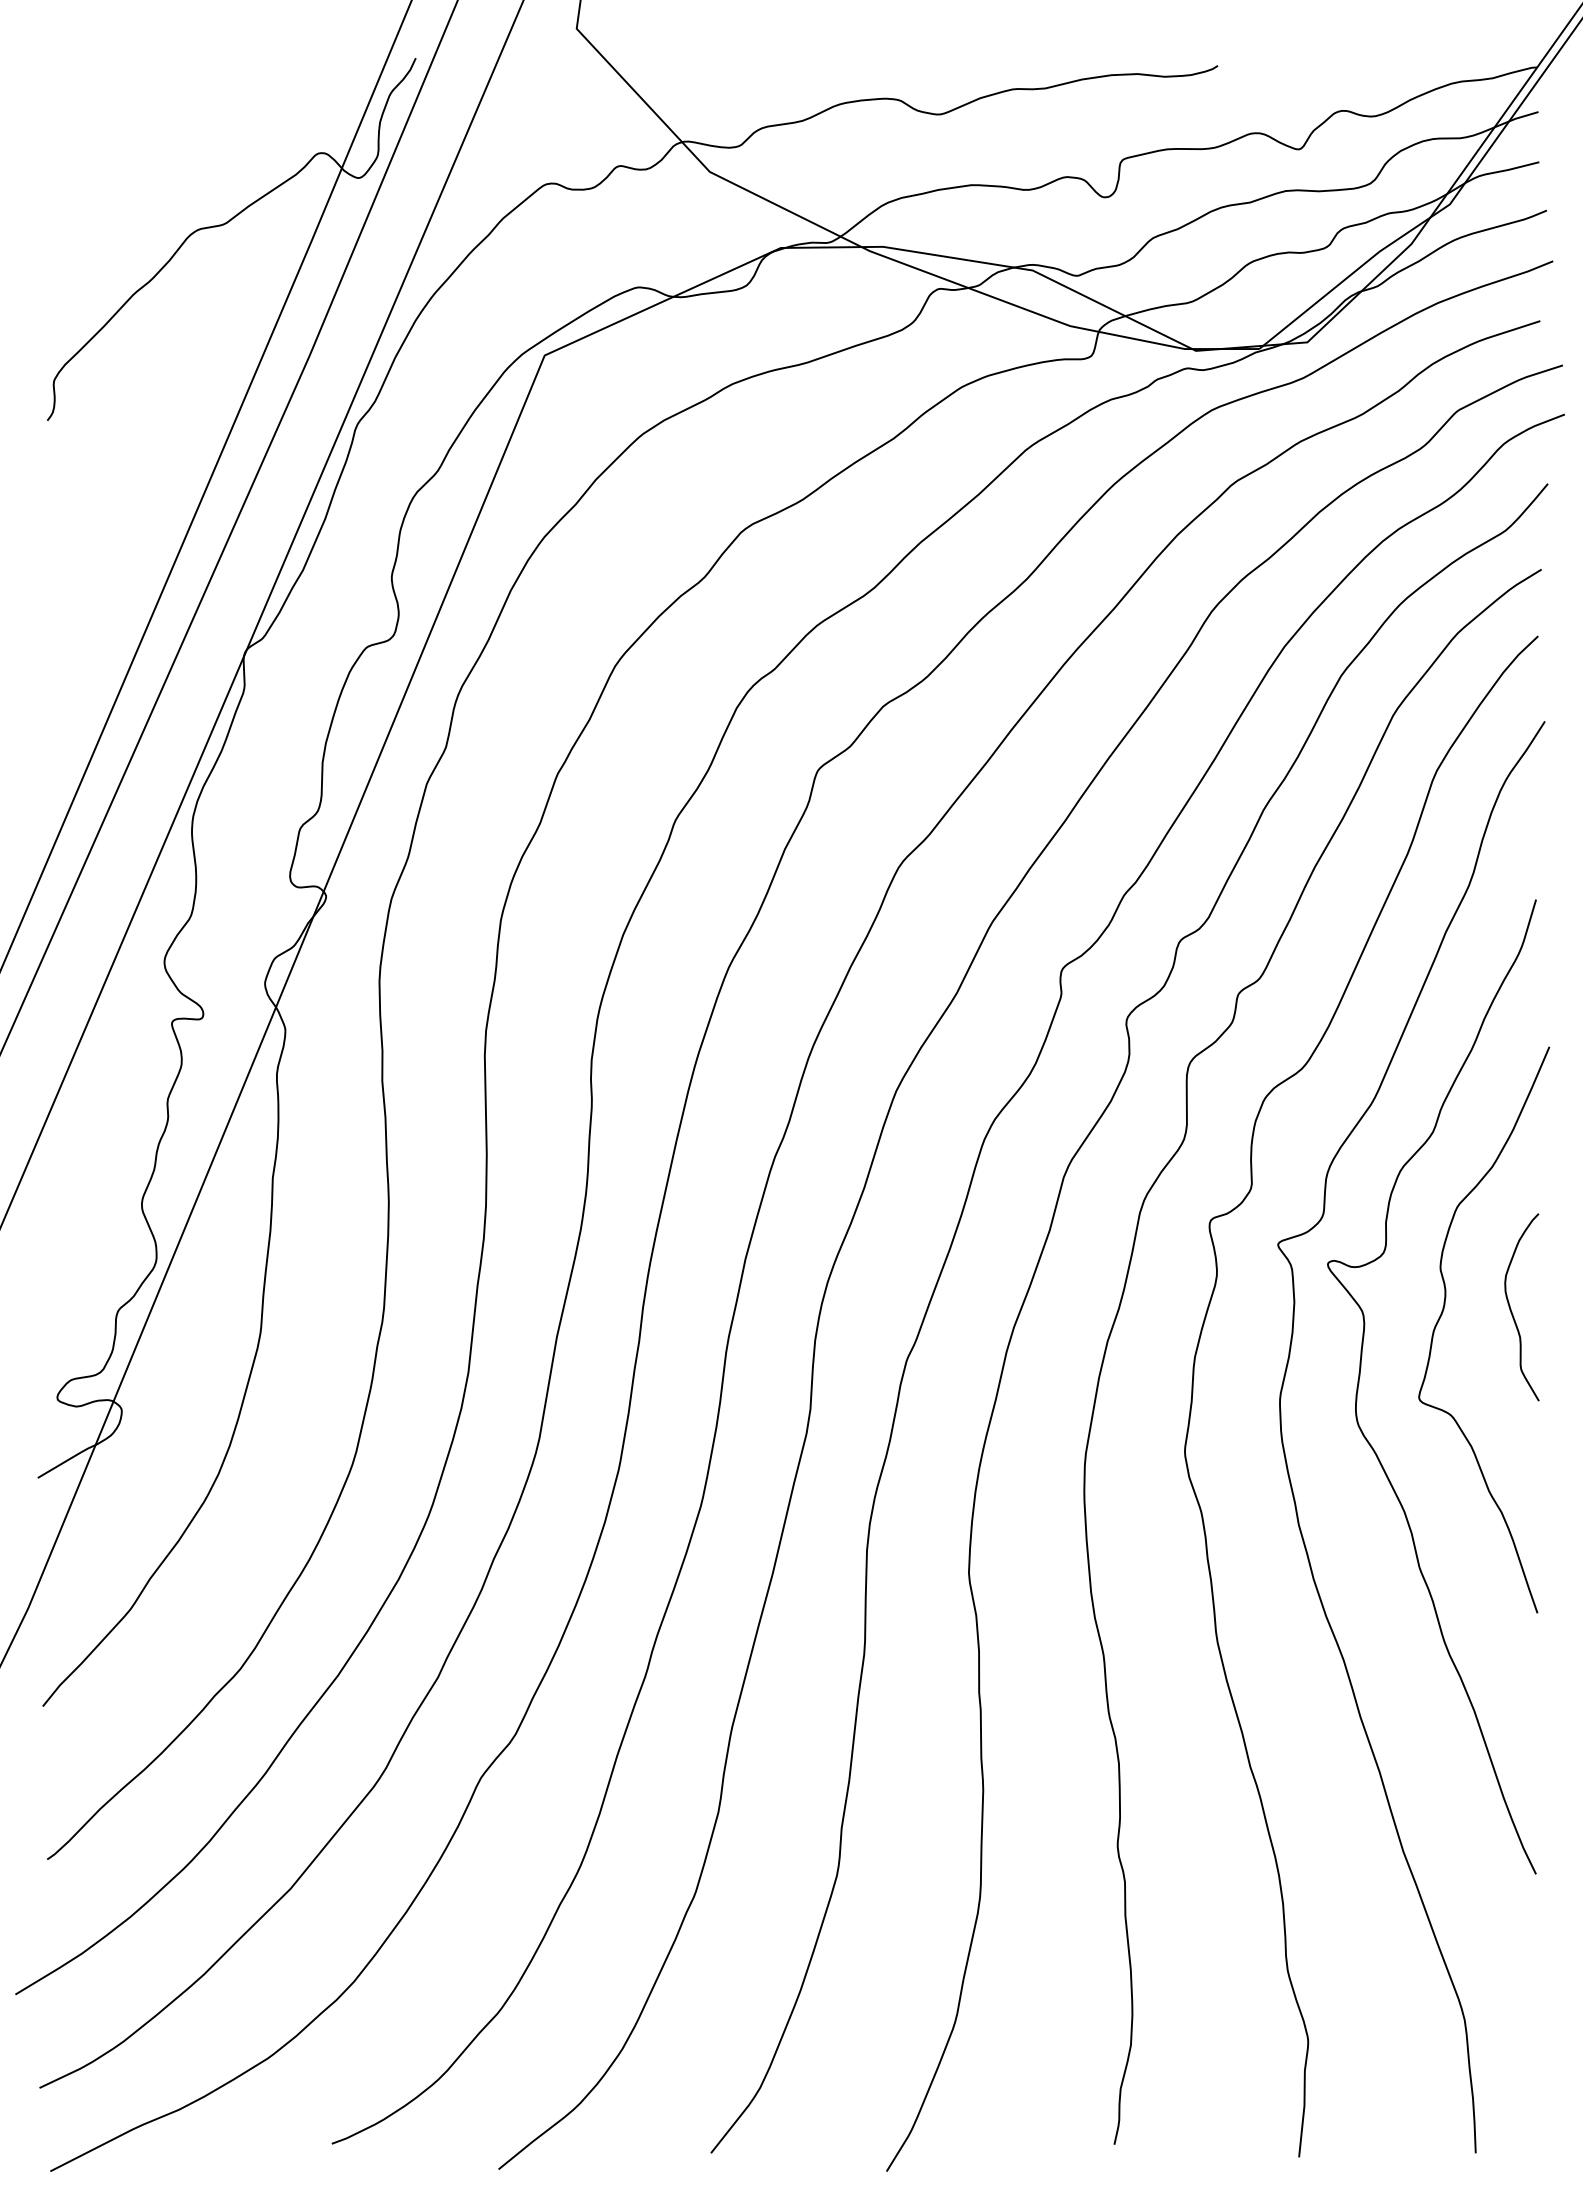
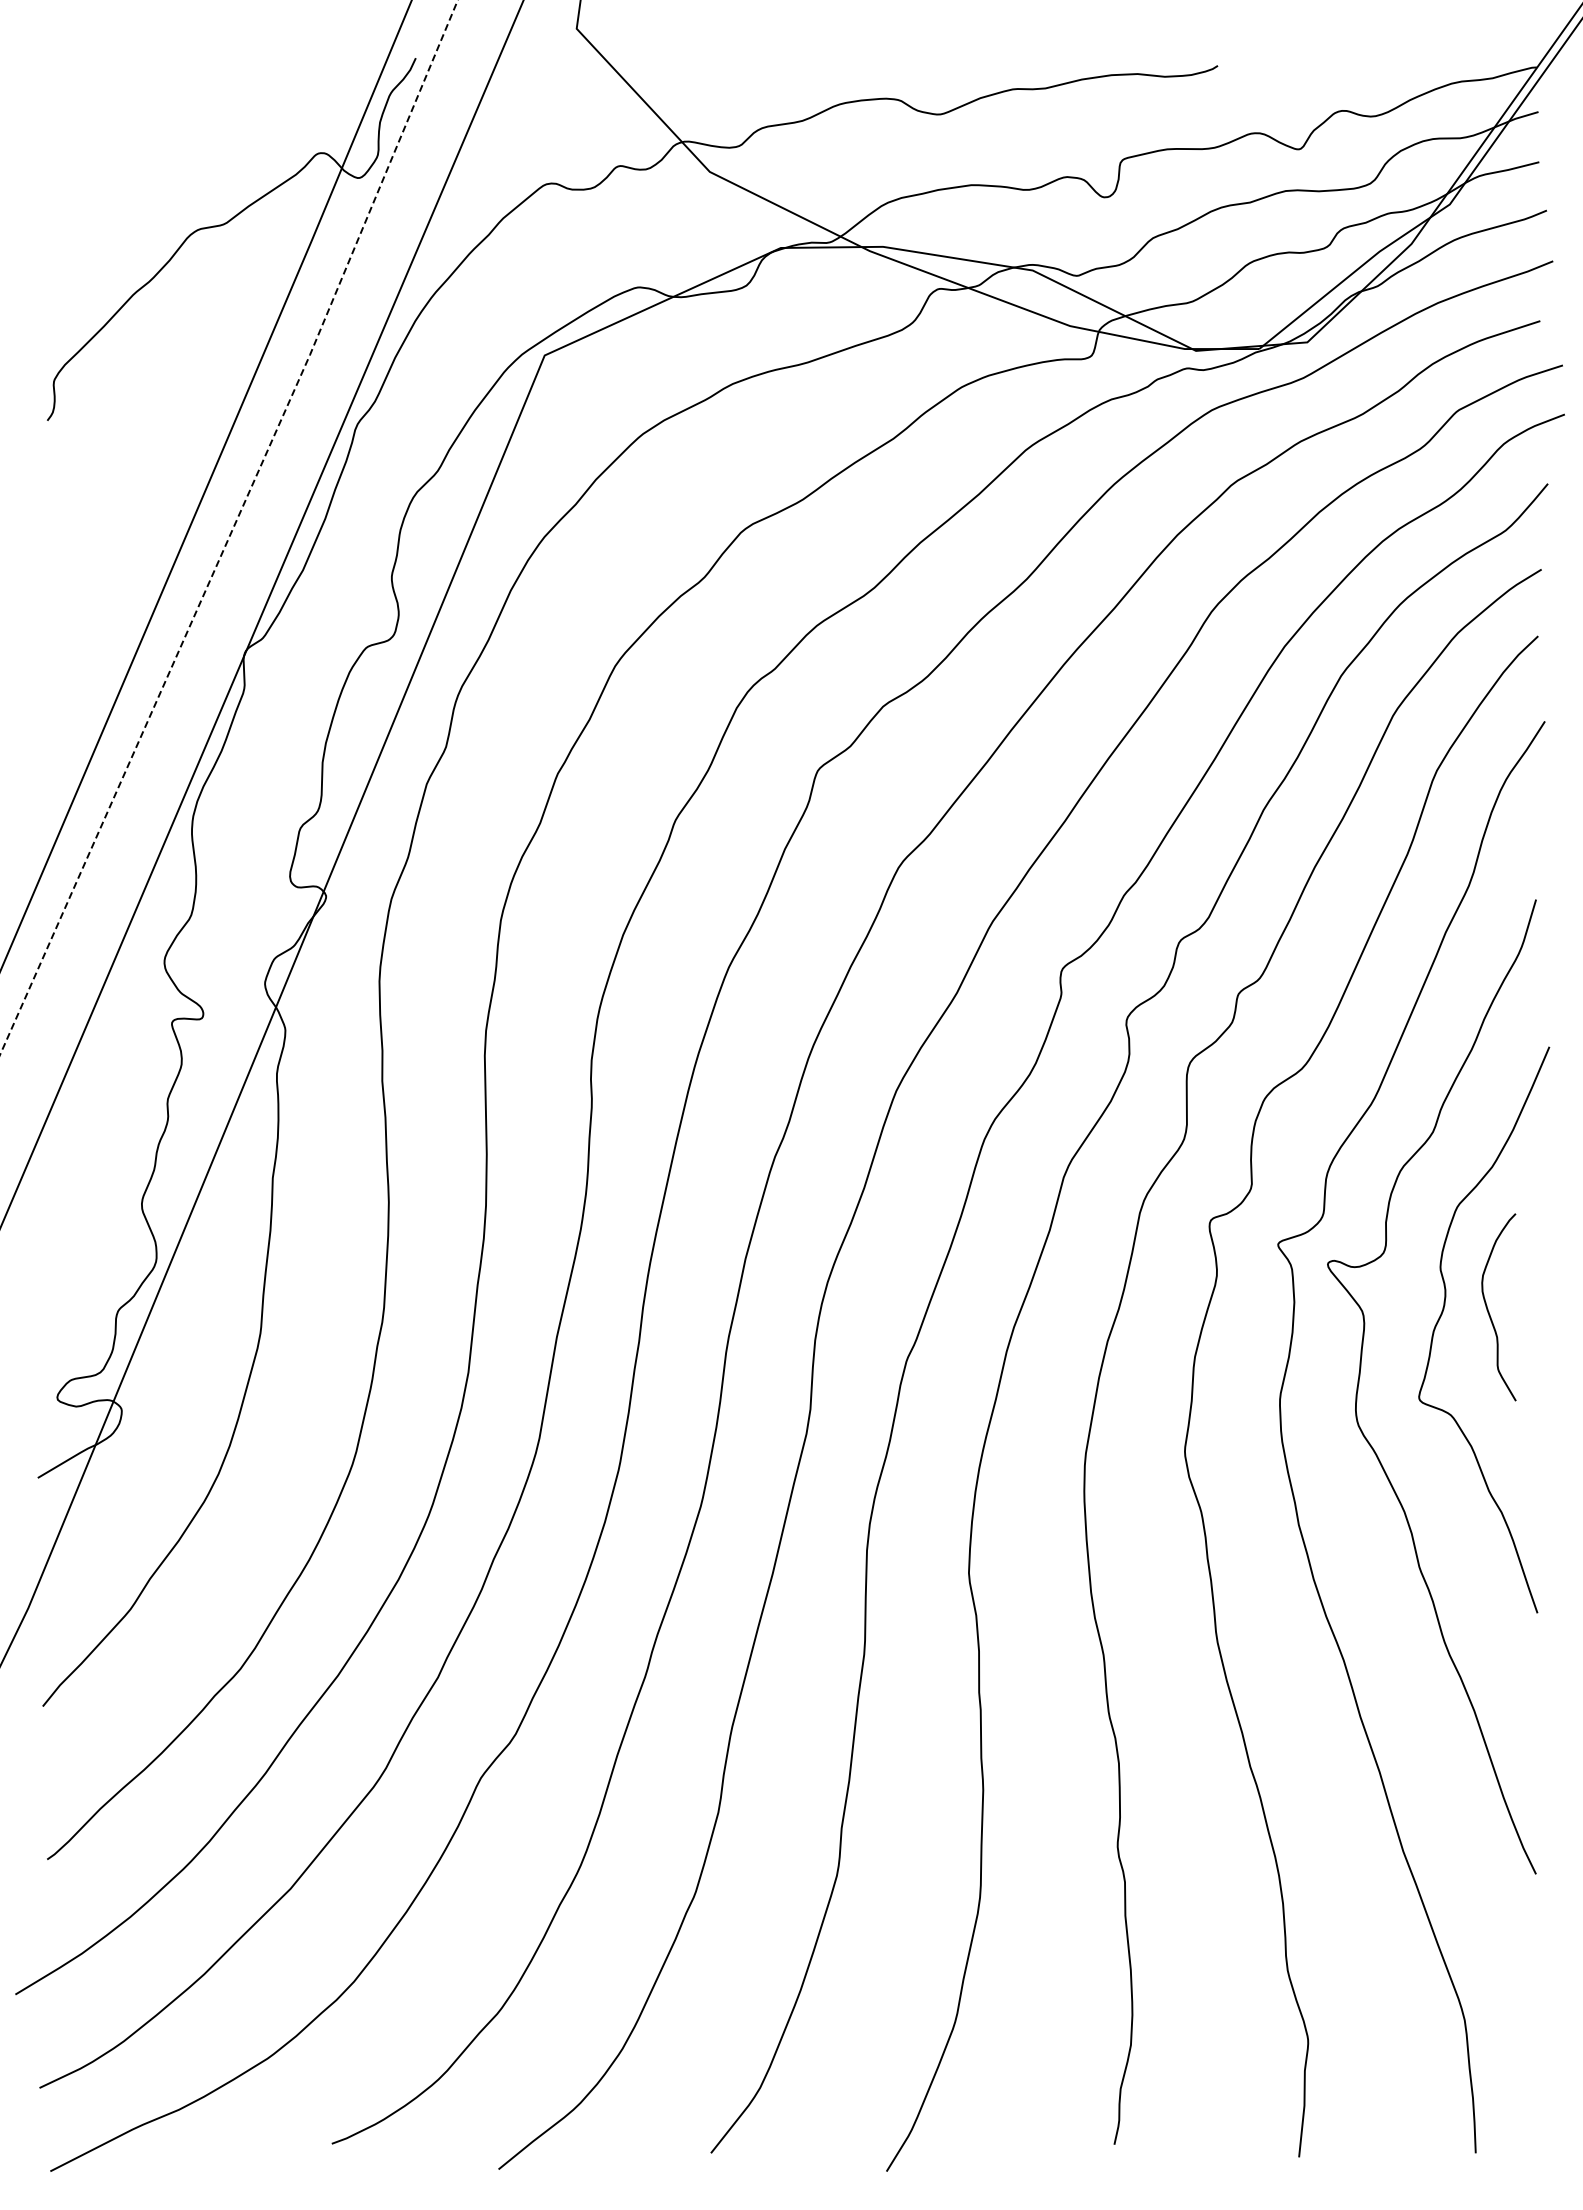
line at (233, 528): solid -> dashed
curve at (1512, 1311) position: (1512, 1311) -> (1489, 1311)
